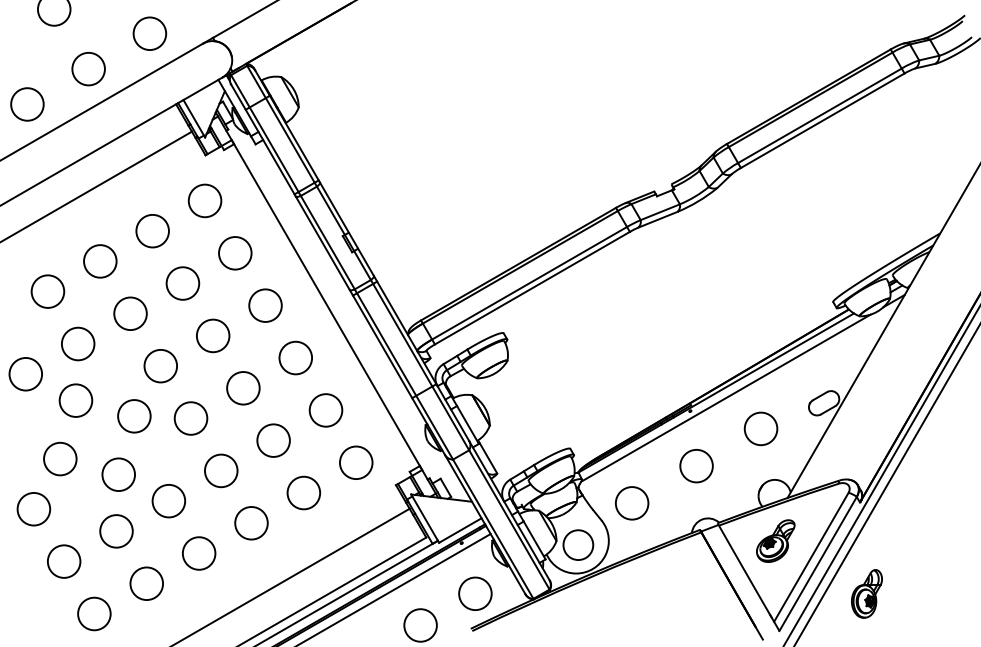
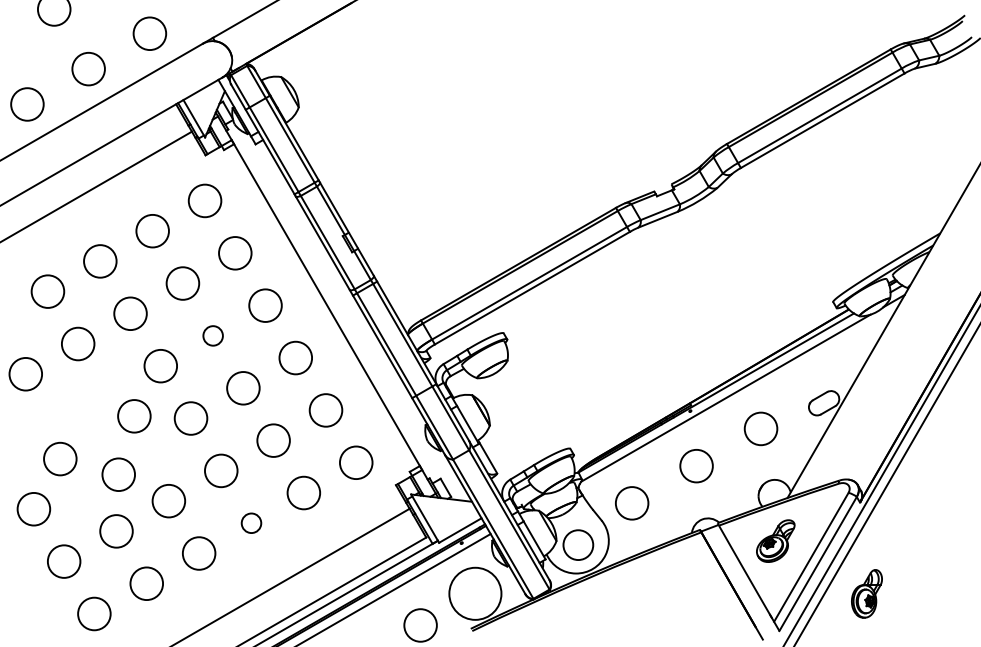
circle at (212, 335) diameter: 33 px -> 20 px
circle at (75, 400): present -> none
circle at (251, 523) diameter: 33 px -> 20 px
circle at (475, 593) diameter: 33 px -> 52 px
